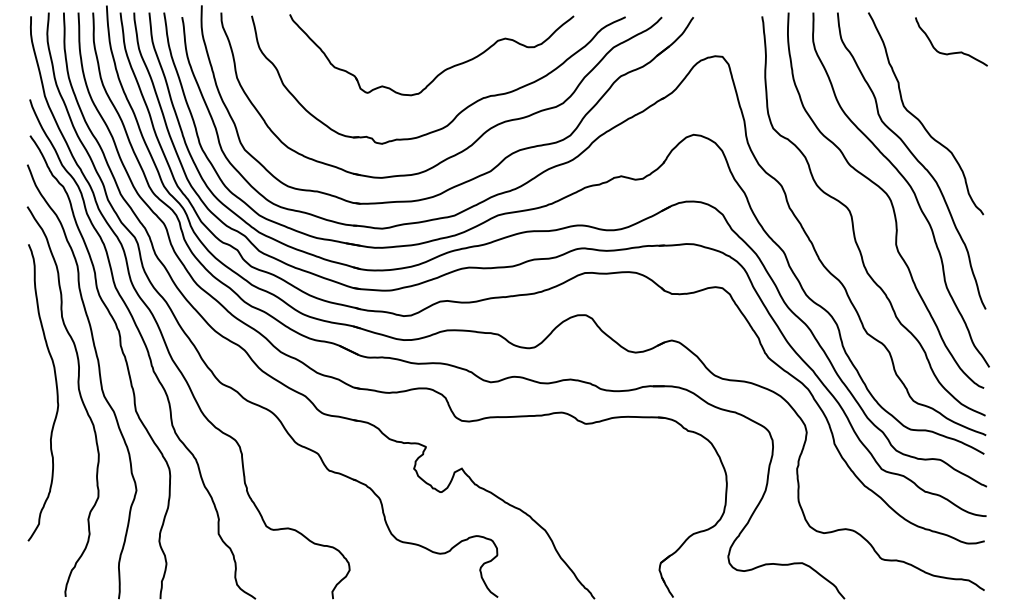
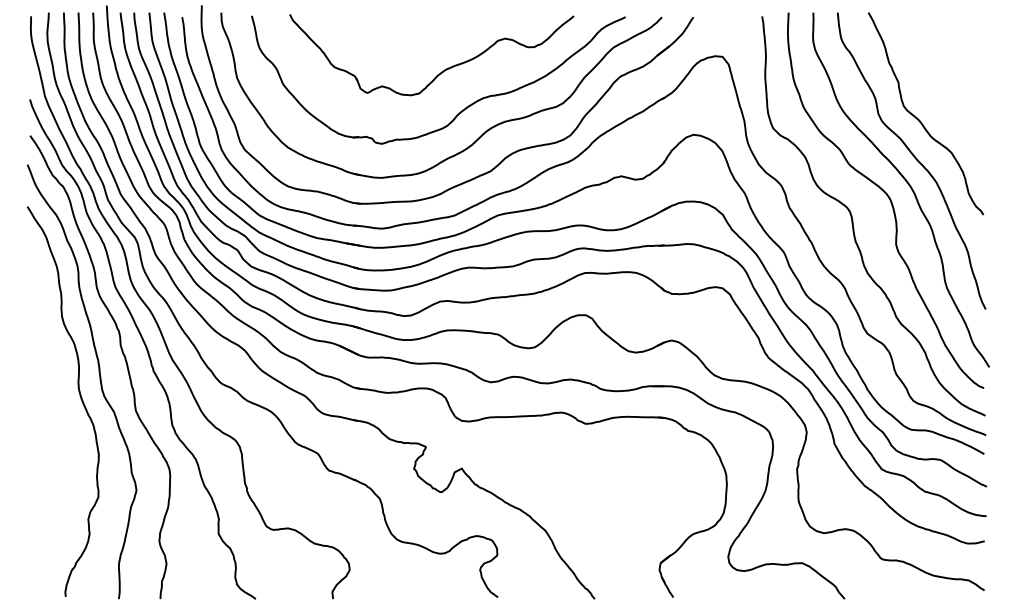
curve at (951, 52): present -> none
curve at (56, 392): present -> none
